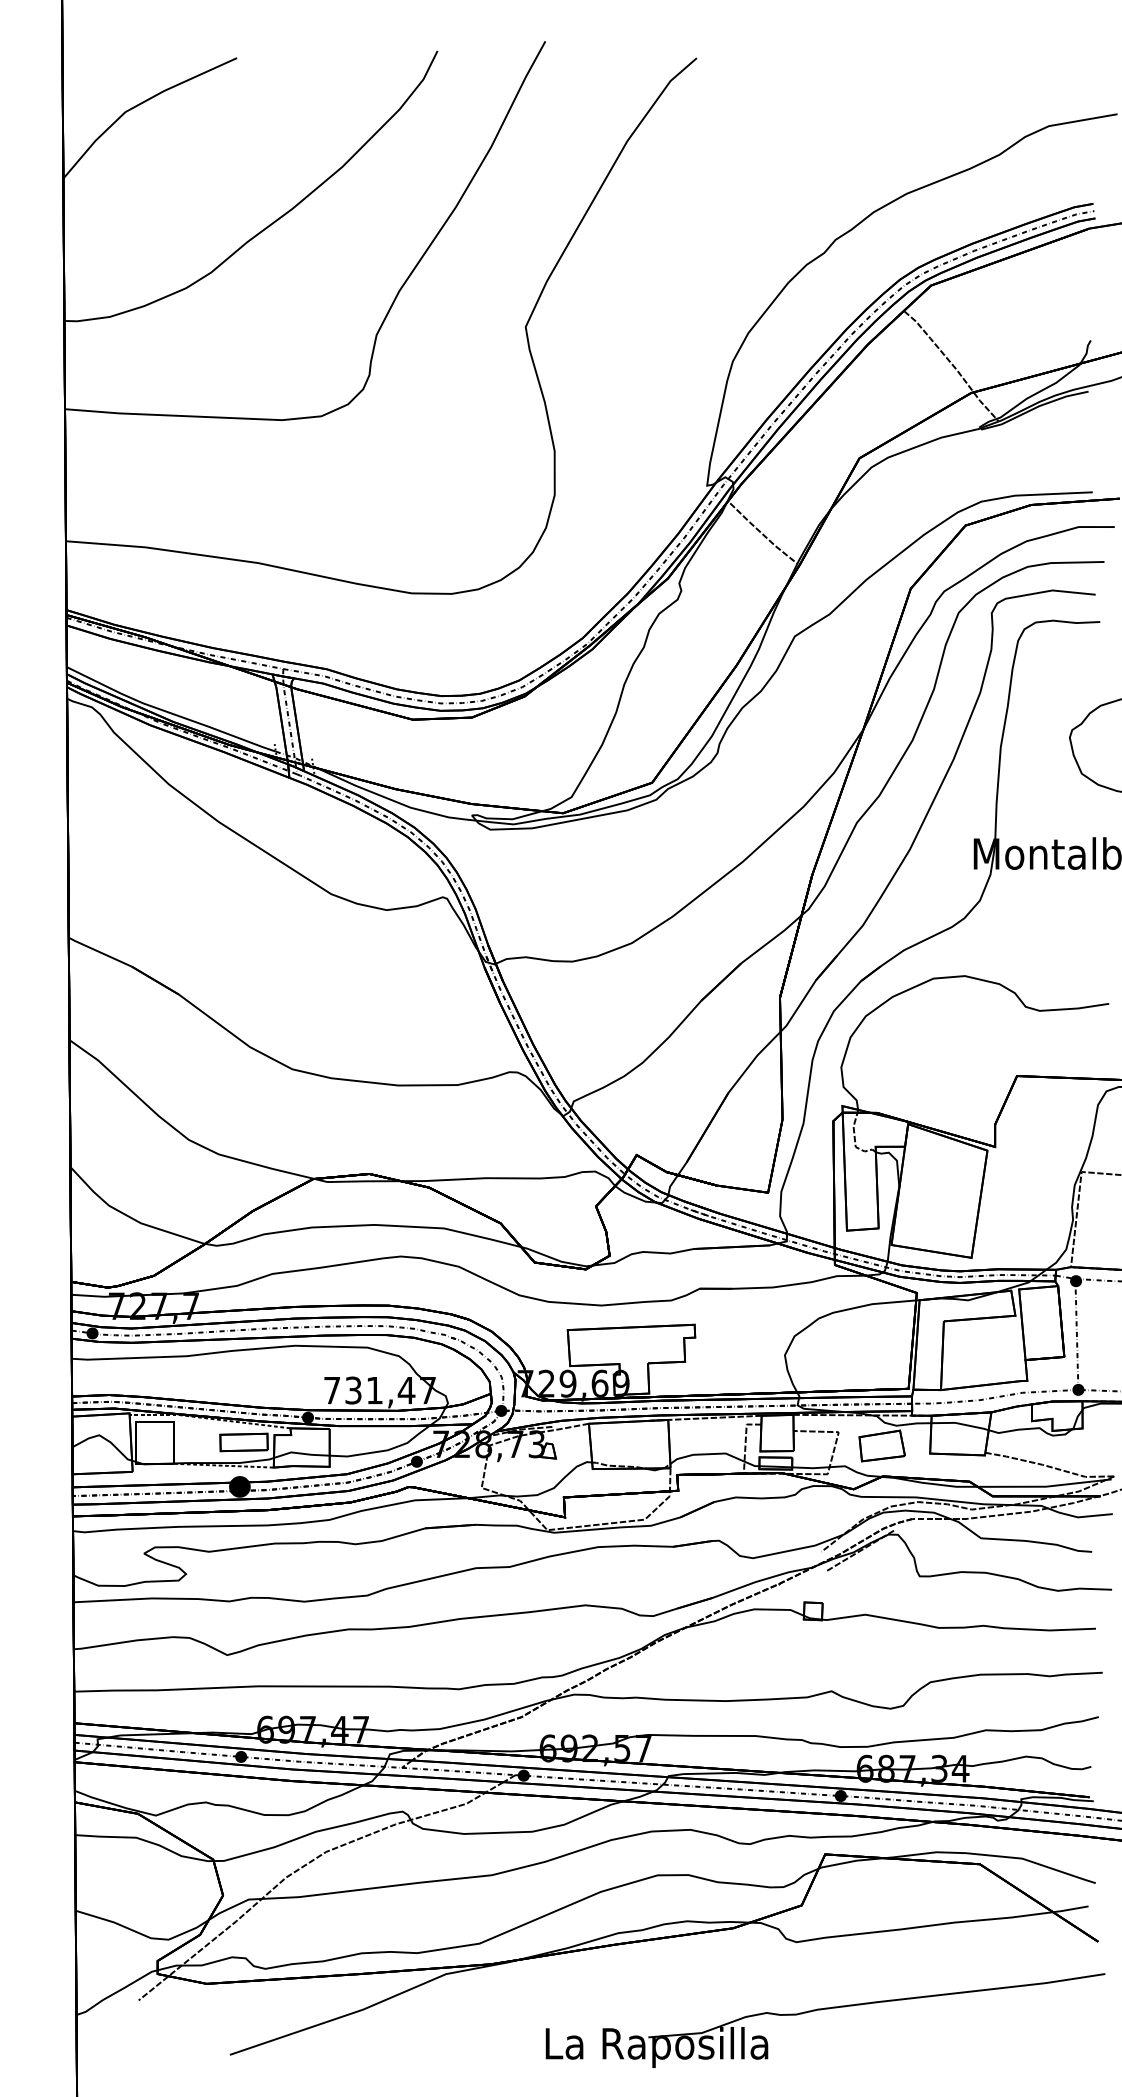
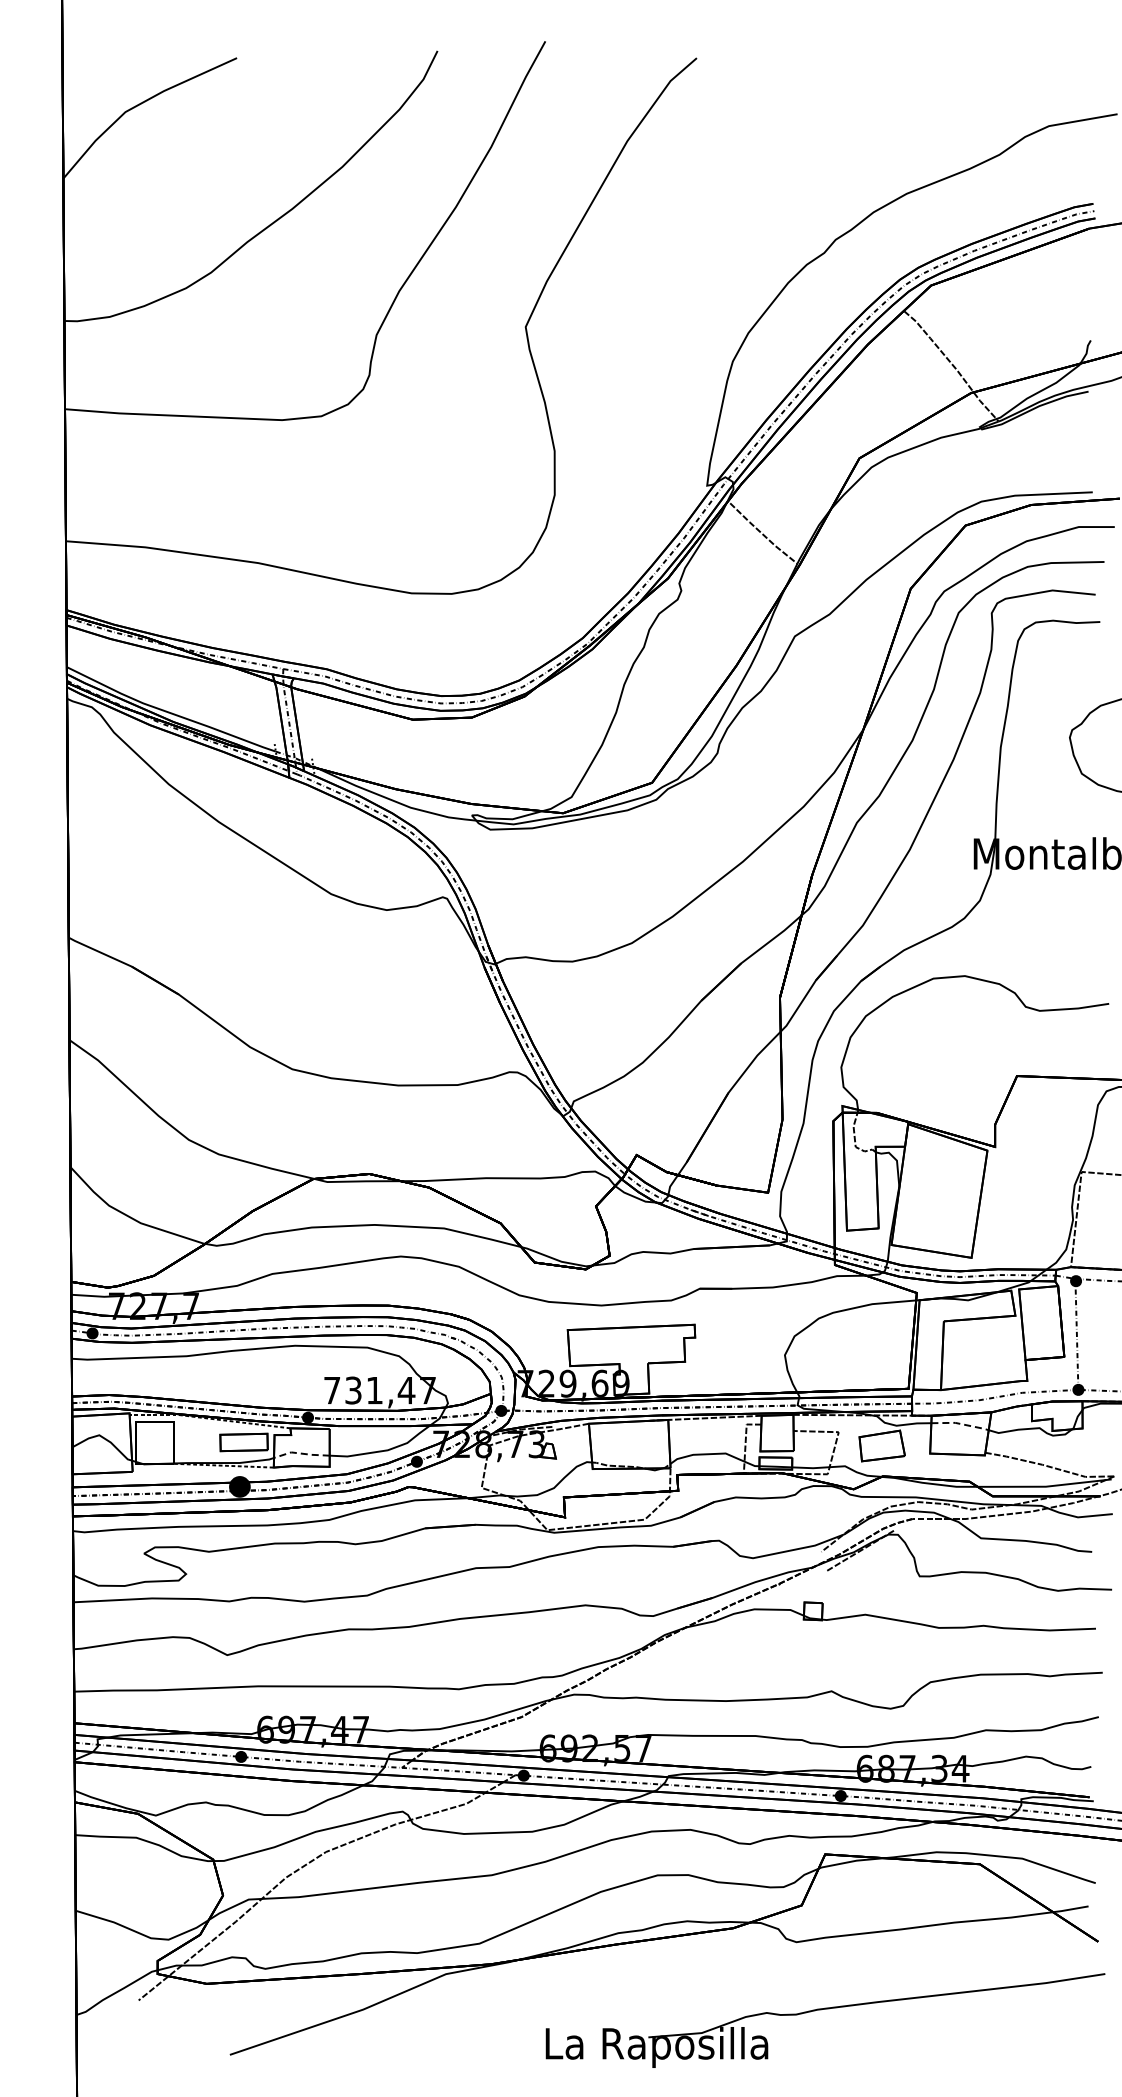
line at (960, 1424): solid -> dashed
line at (300, 1453): solid -> dashed
